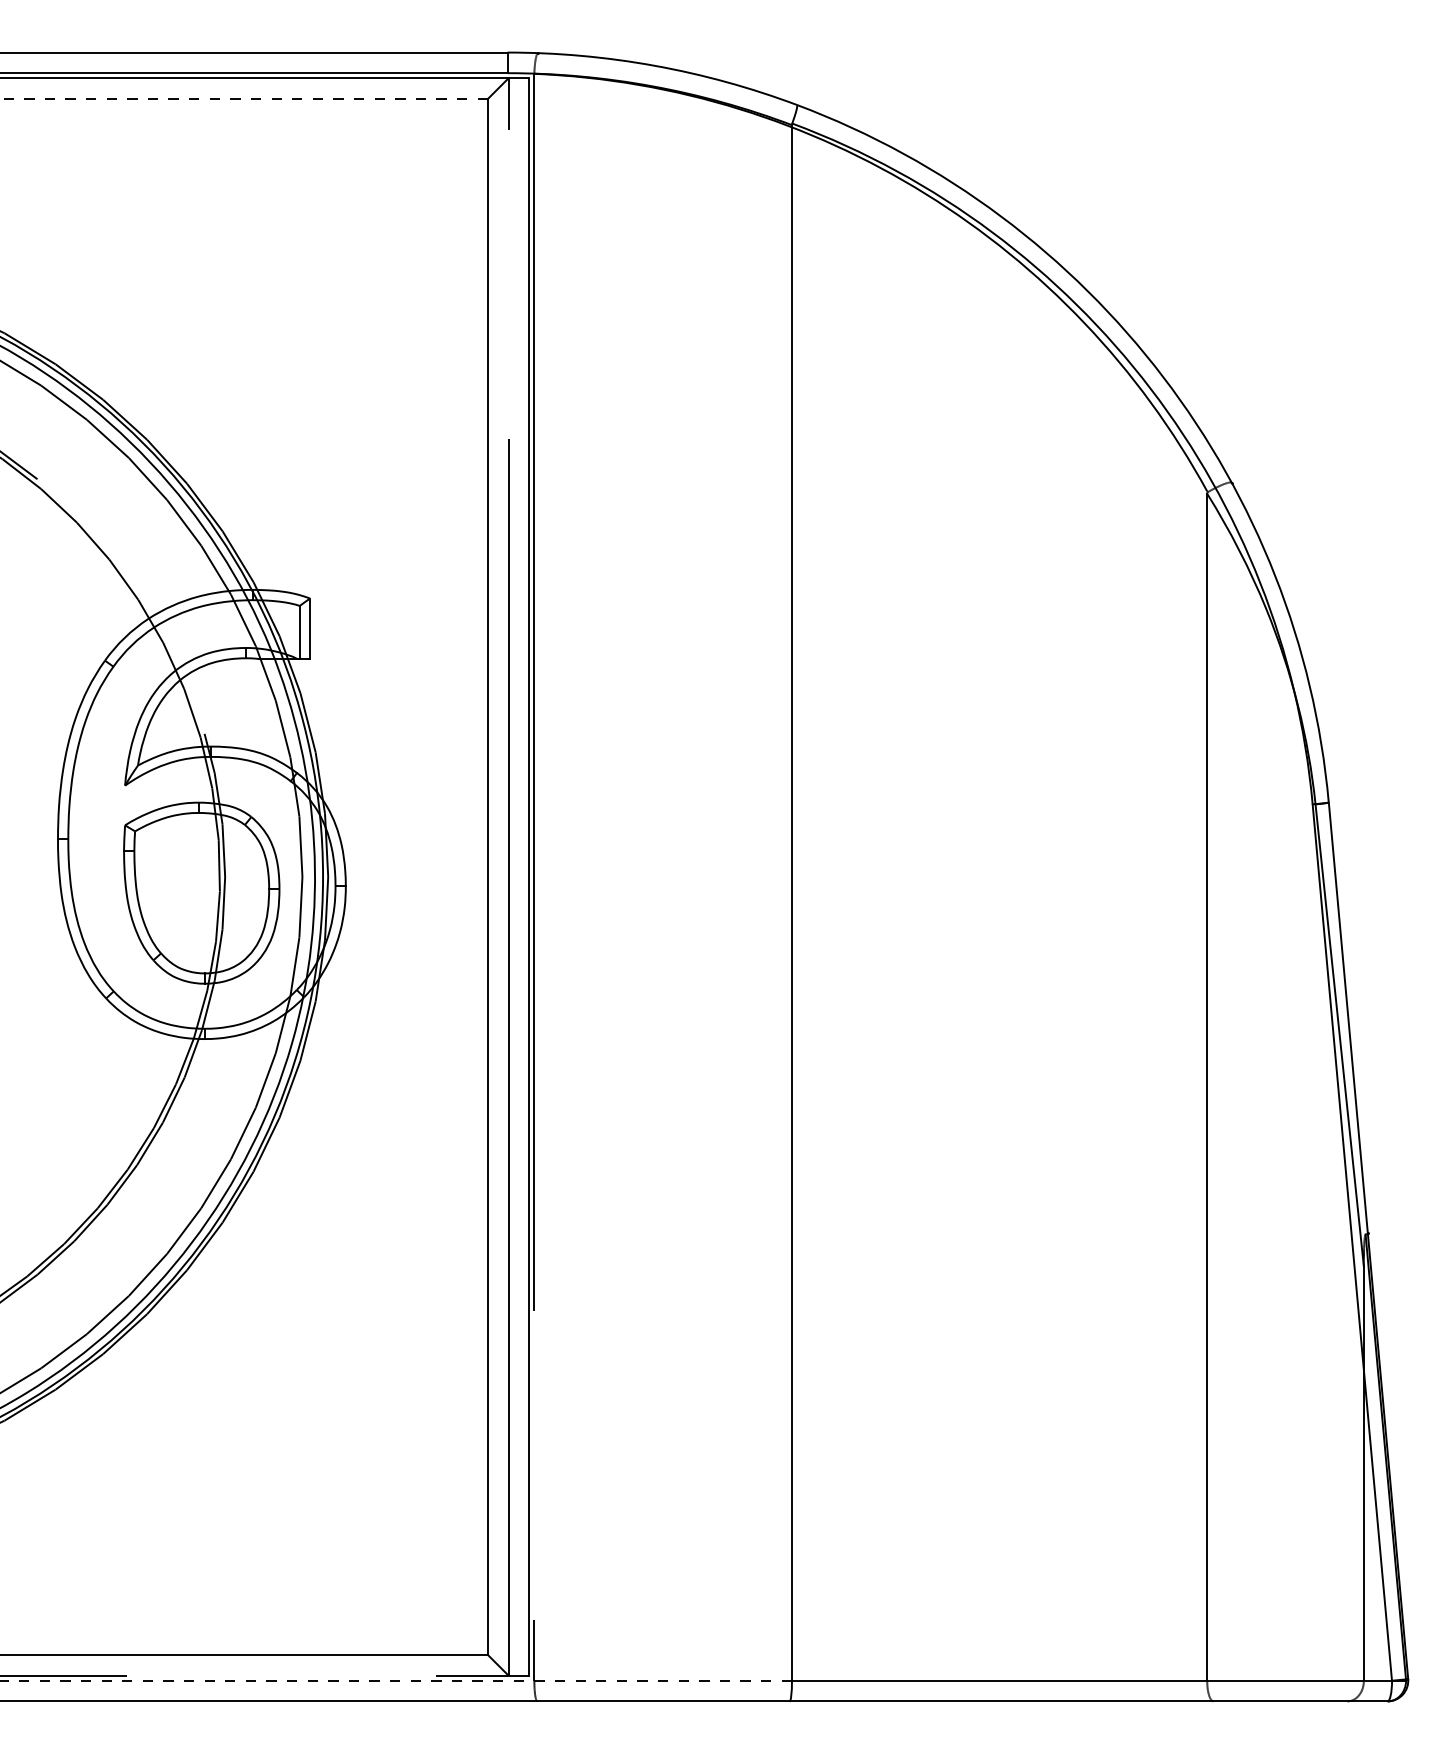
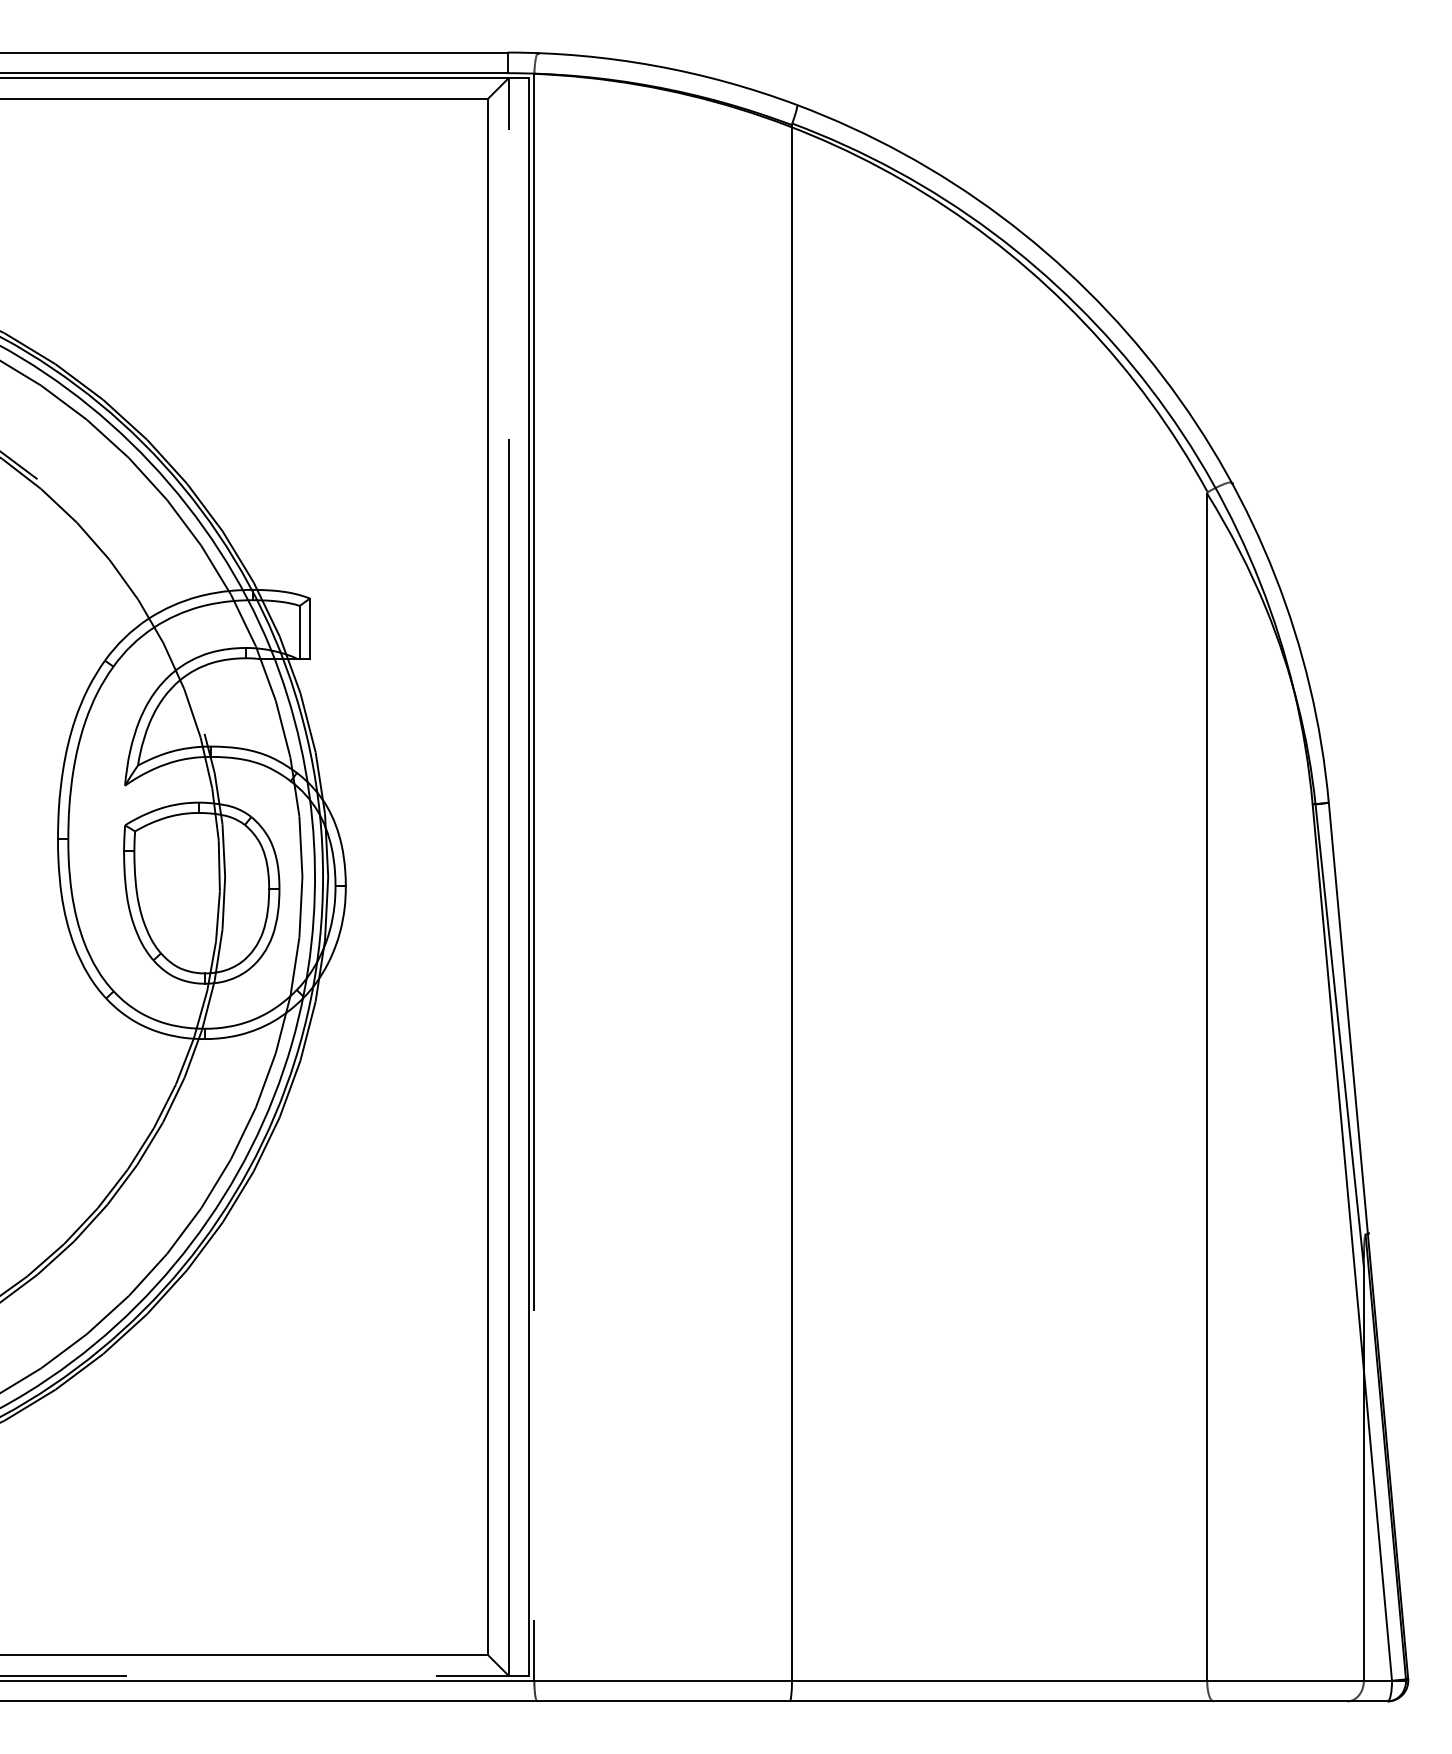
line at (244, 98): dashed -> solid
line at (395, 1680): dashed -> solid
